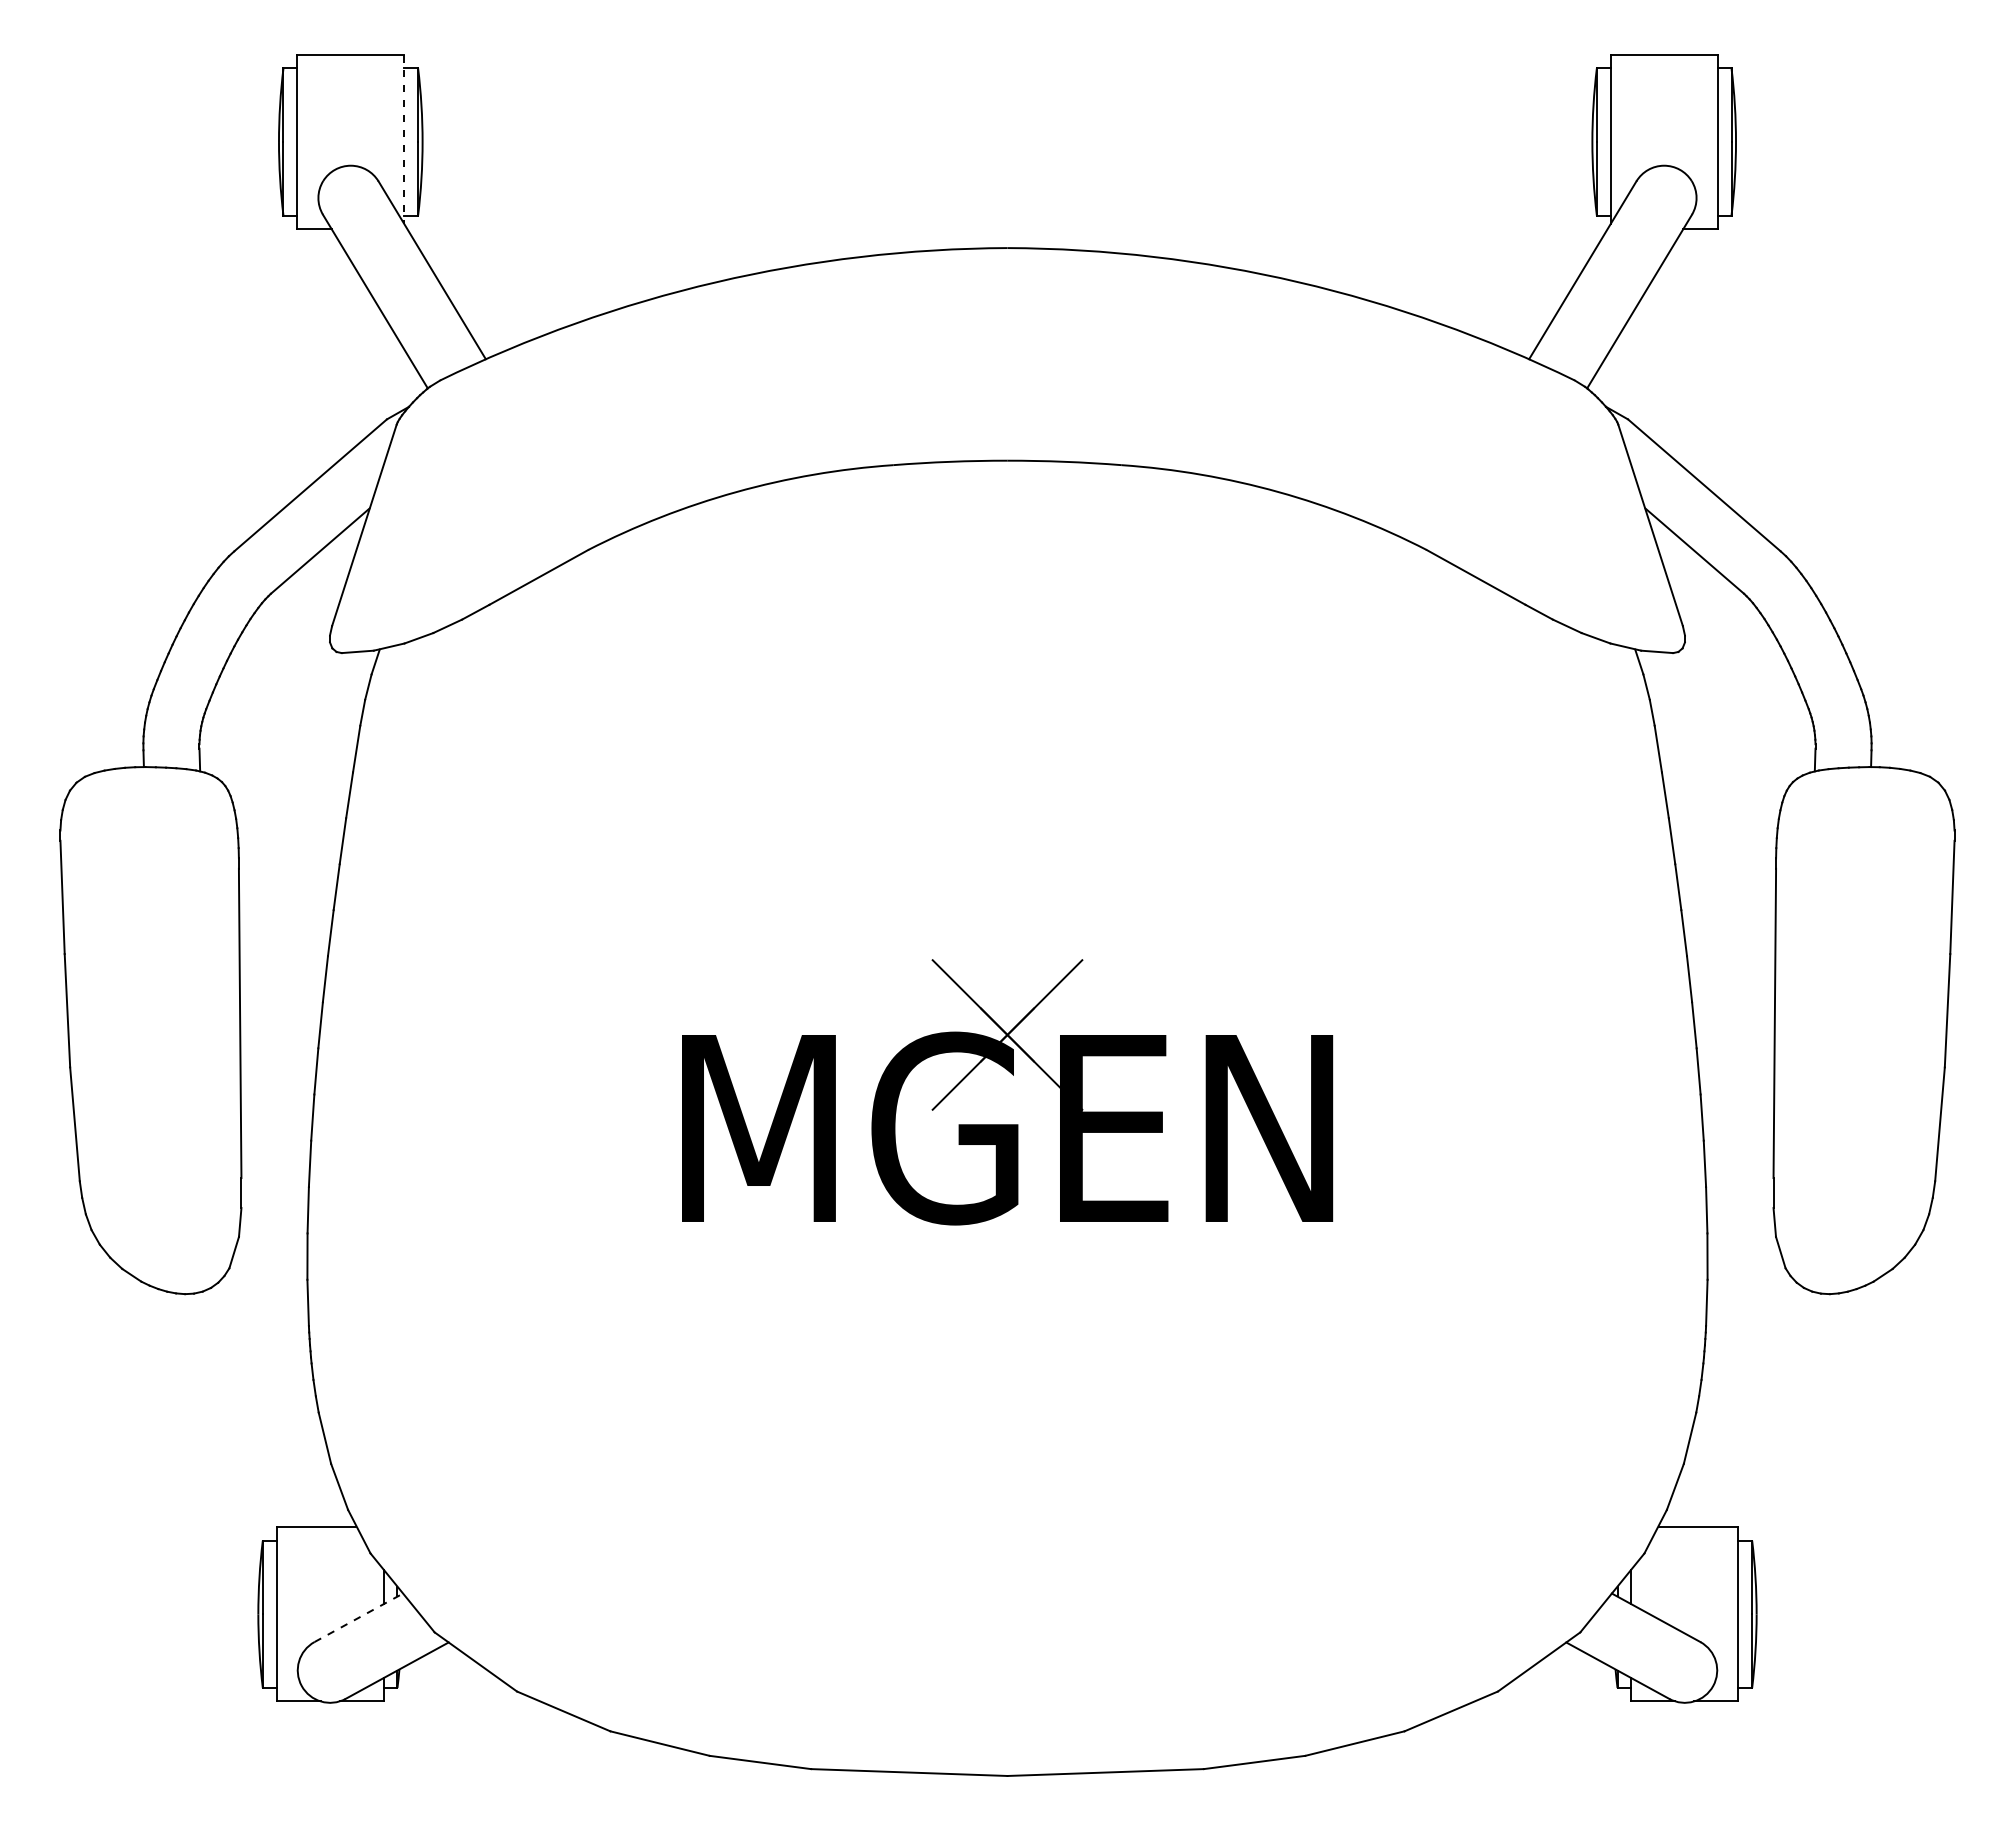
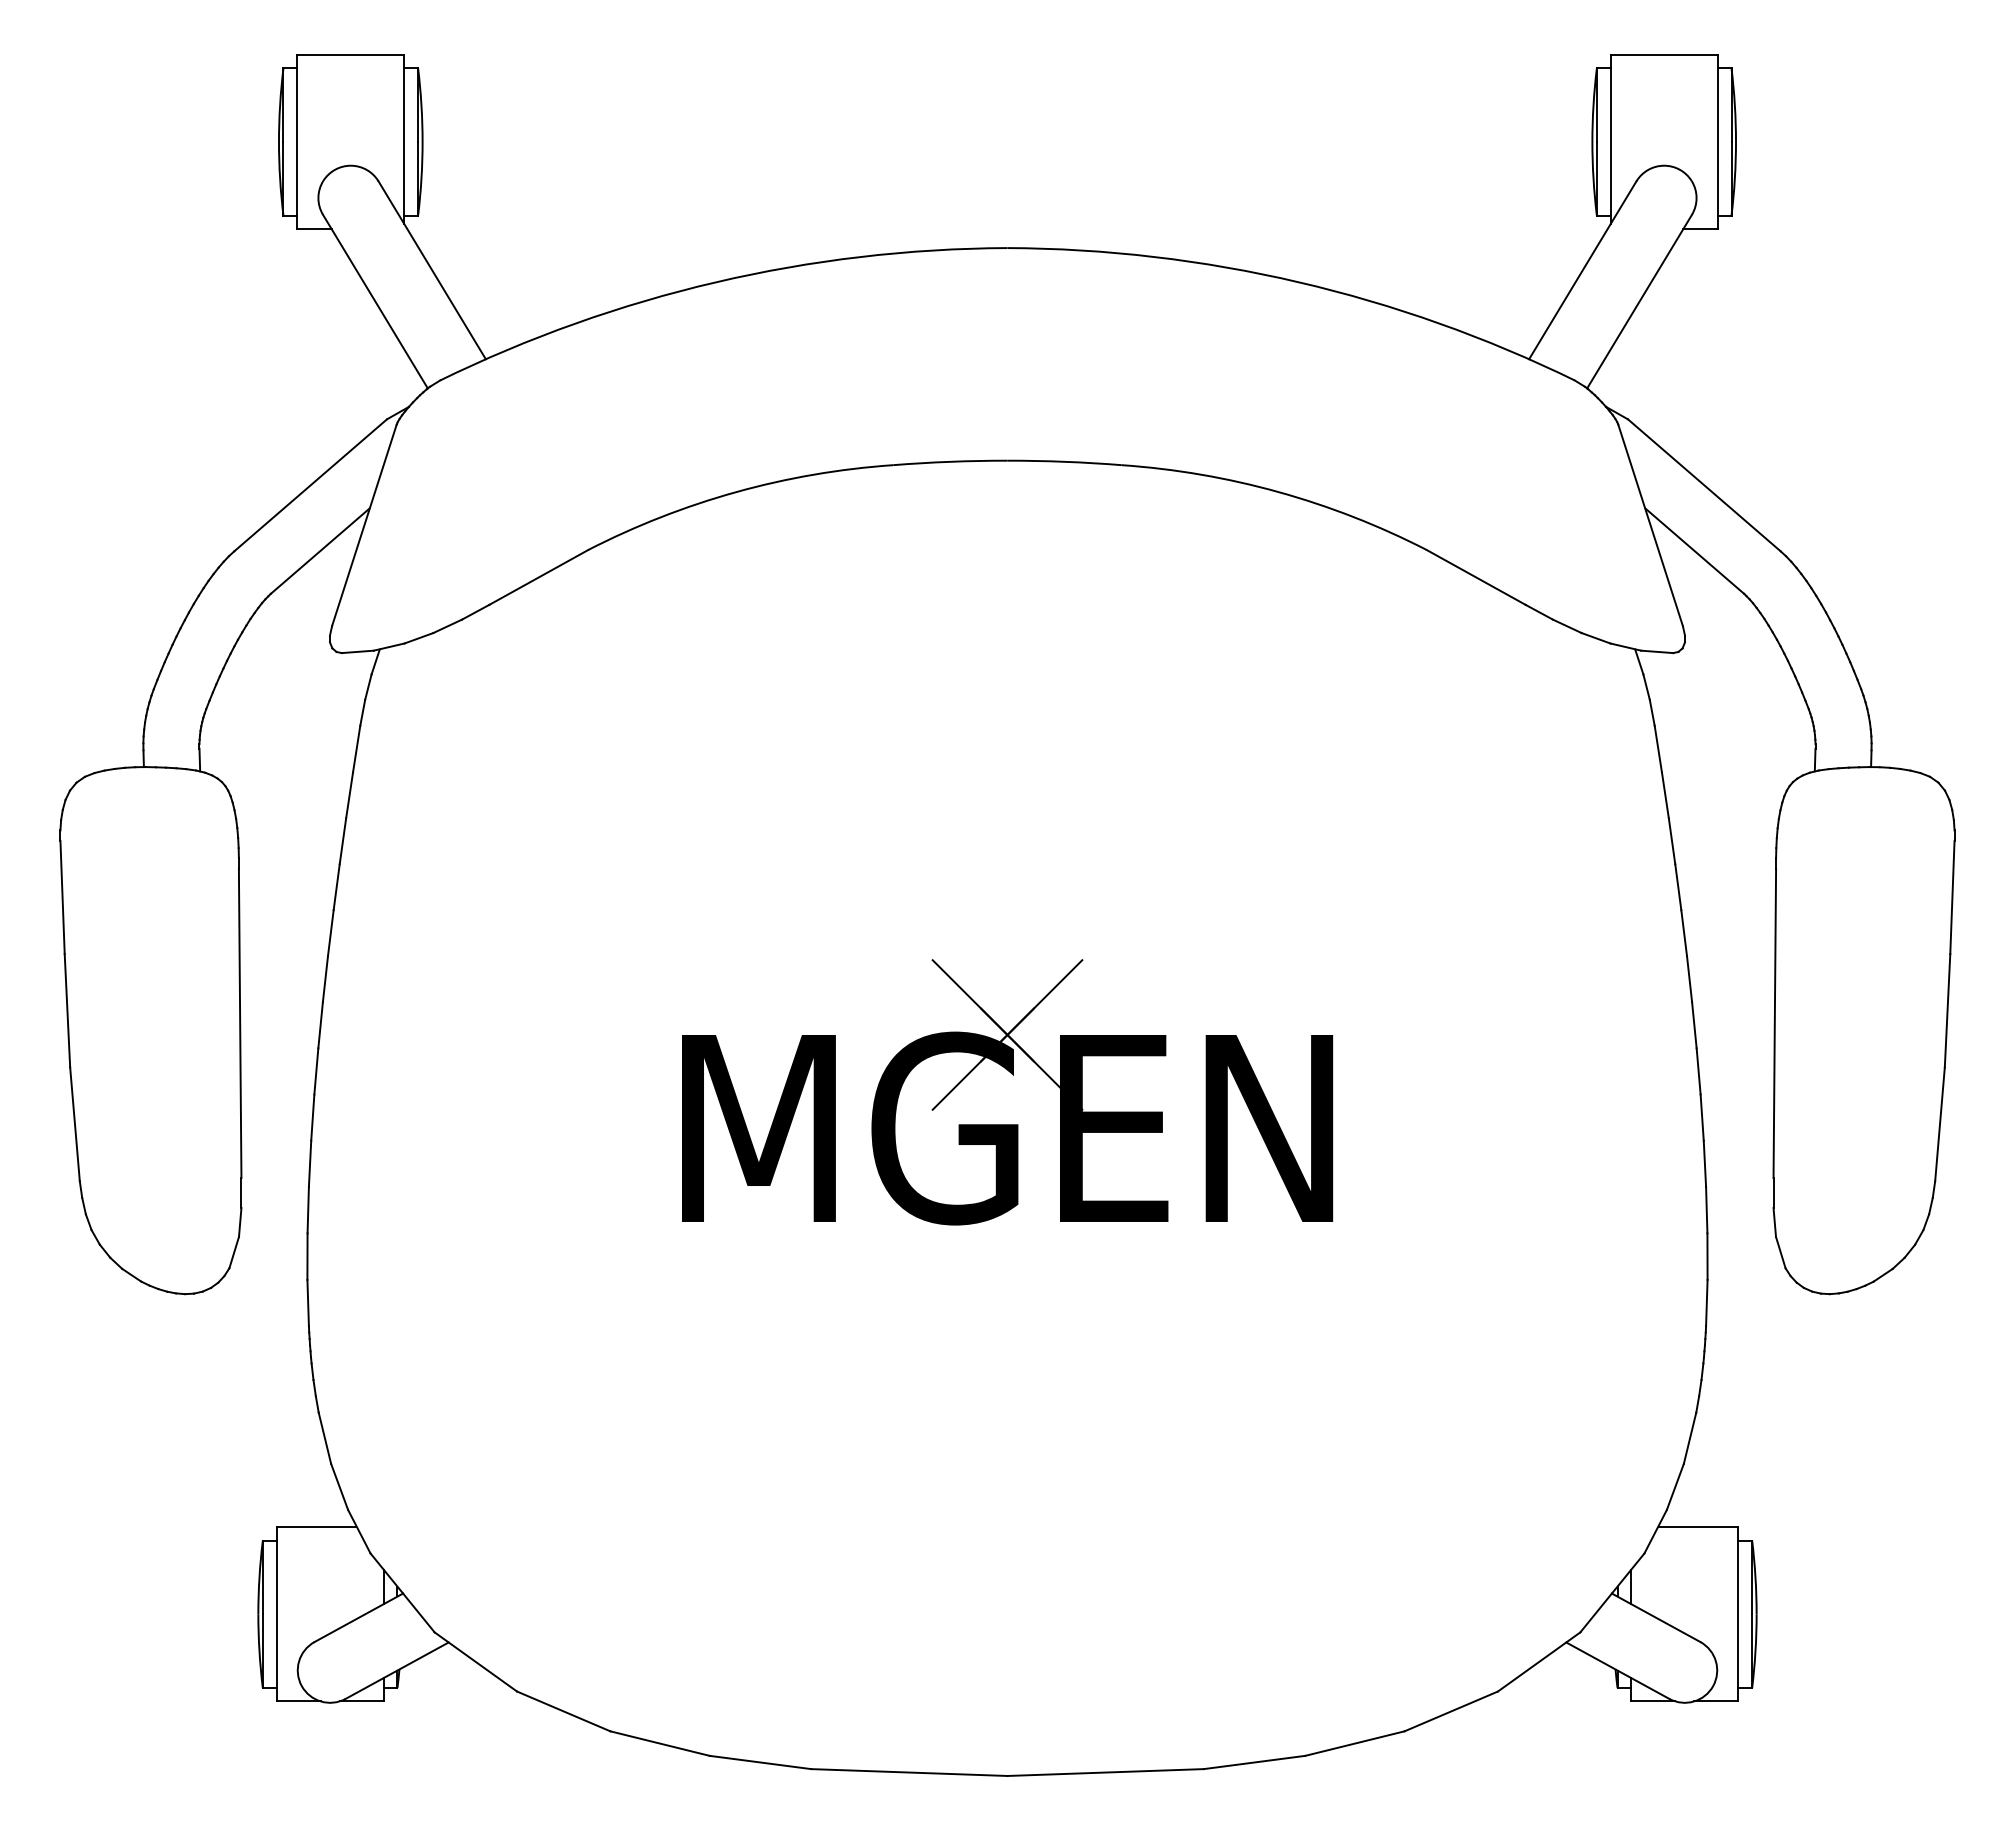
line at (404, 139): dashed -> solid
line at (359, 1617): dashed -> solid
